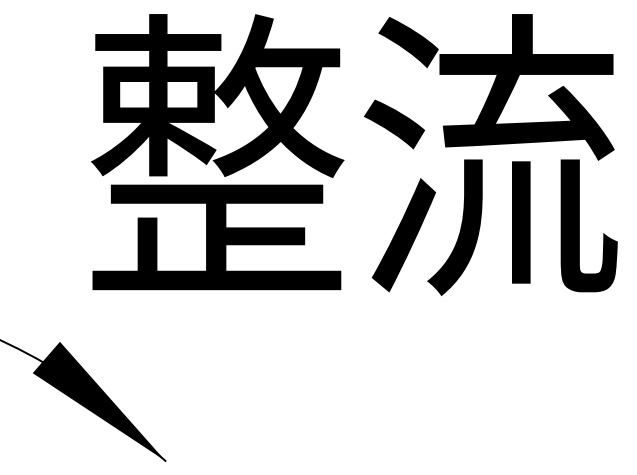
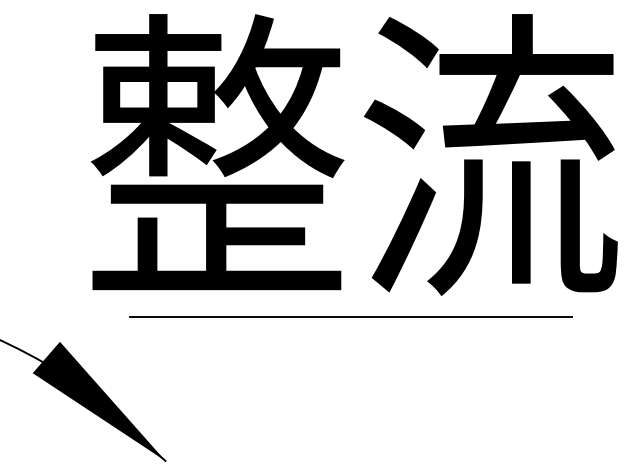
line at (350, 317): none -> present
